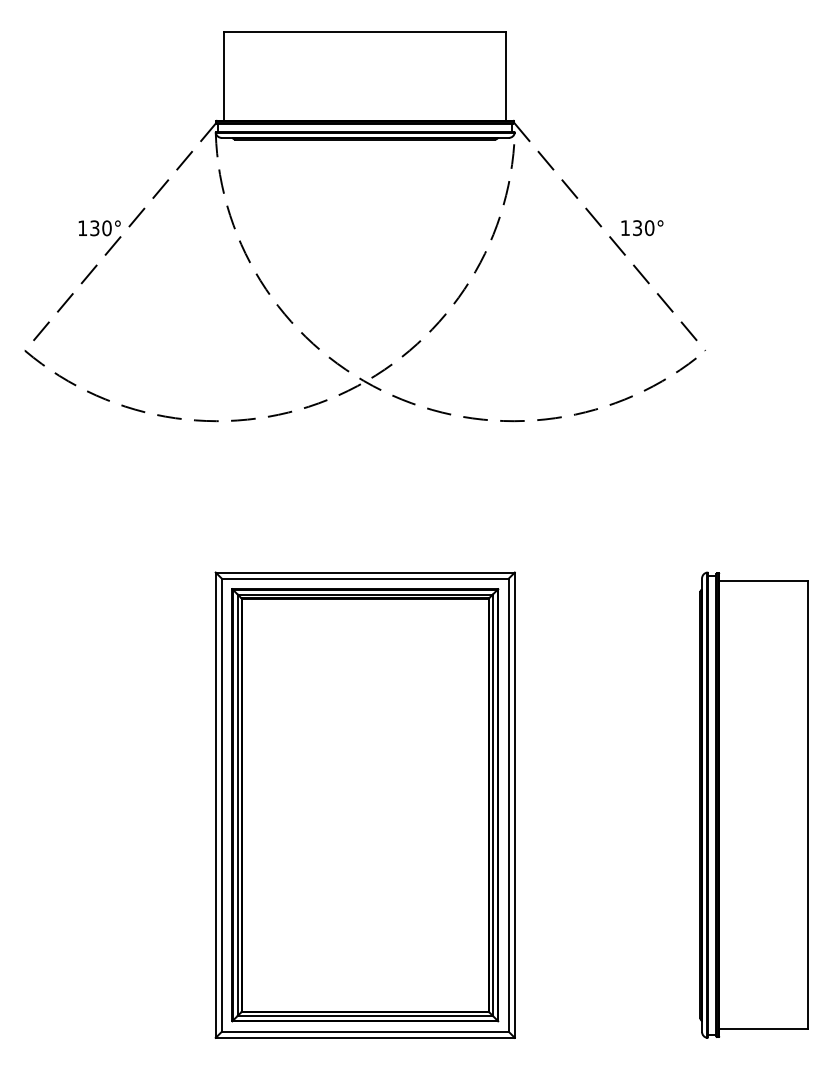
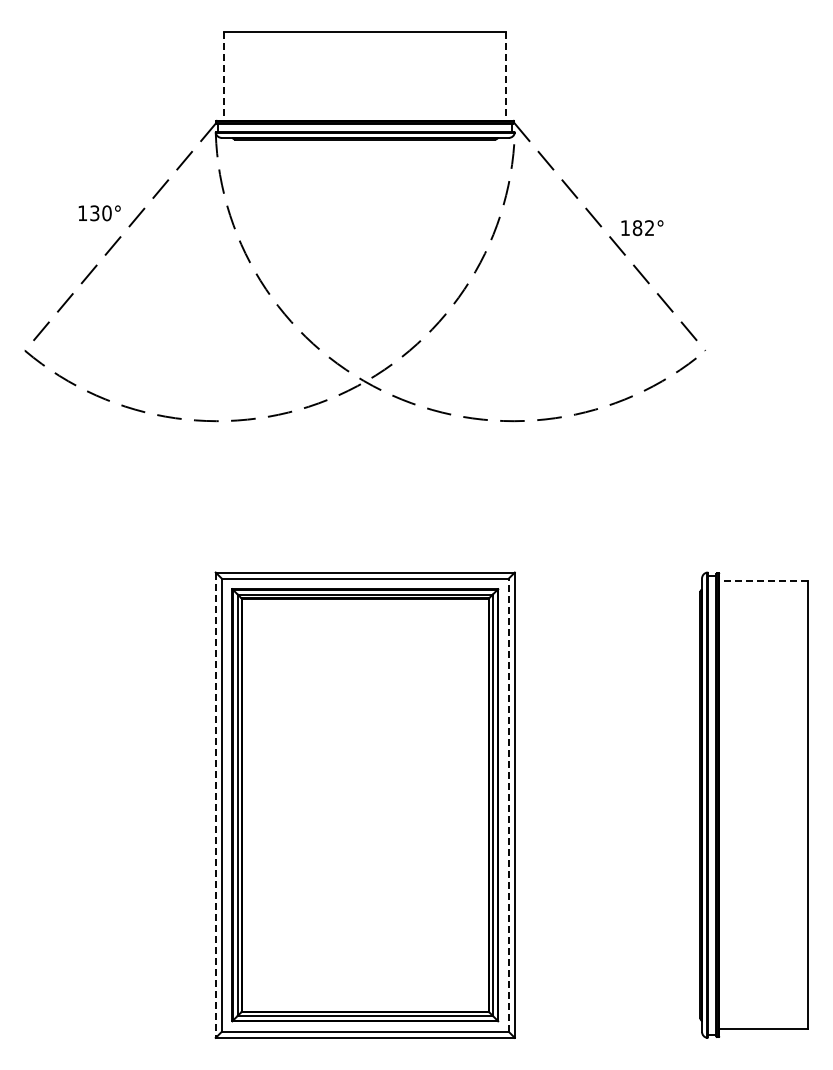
line at (224, 76): solid -> dashed
line at (506, 76): solid -> dashed
text at (99, 228) position: (99, 228) -> (99, 213)
text at (643, 228): 130° -> 182°
line at (763, 580): solid -> dashed
line at (215, 805): solid -> dashed
line at (508, 805): solid -> dashed
